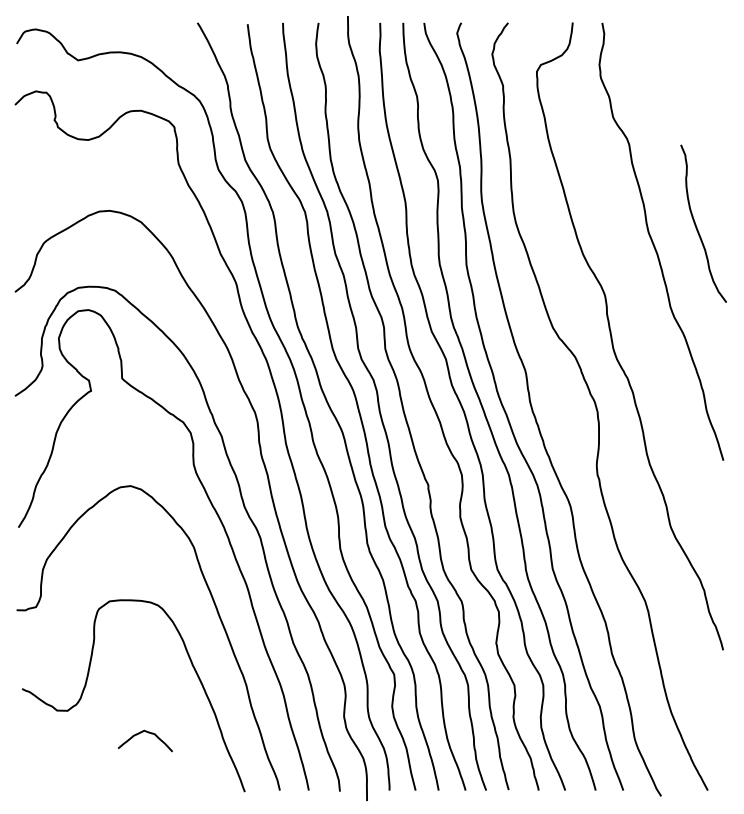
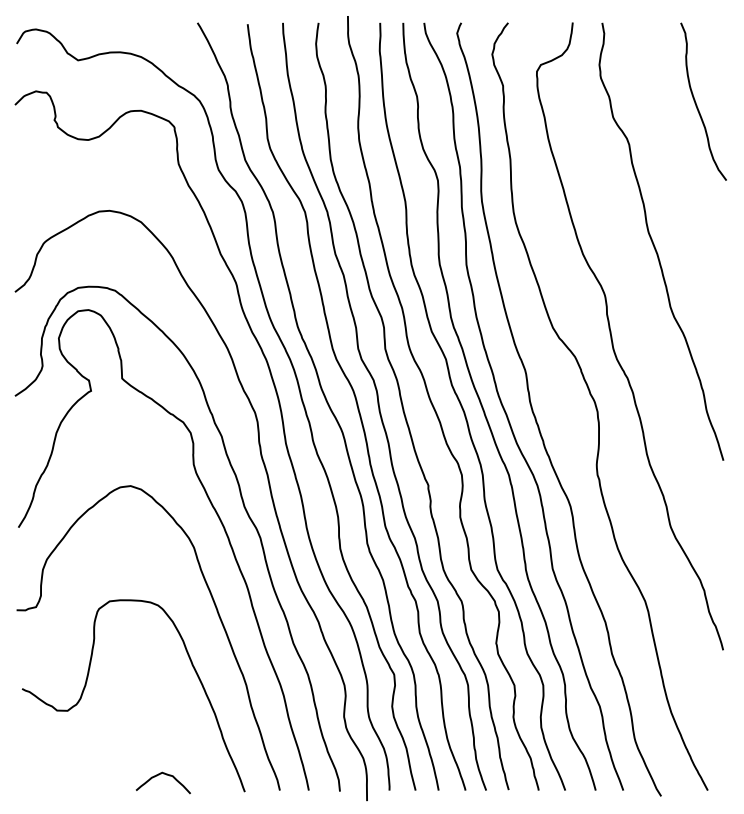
curve at (696, 224) position: (696, 224) -> (696, 102)
curve at (141, 733) position: (141, 733) -> (159, 775)
